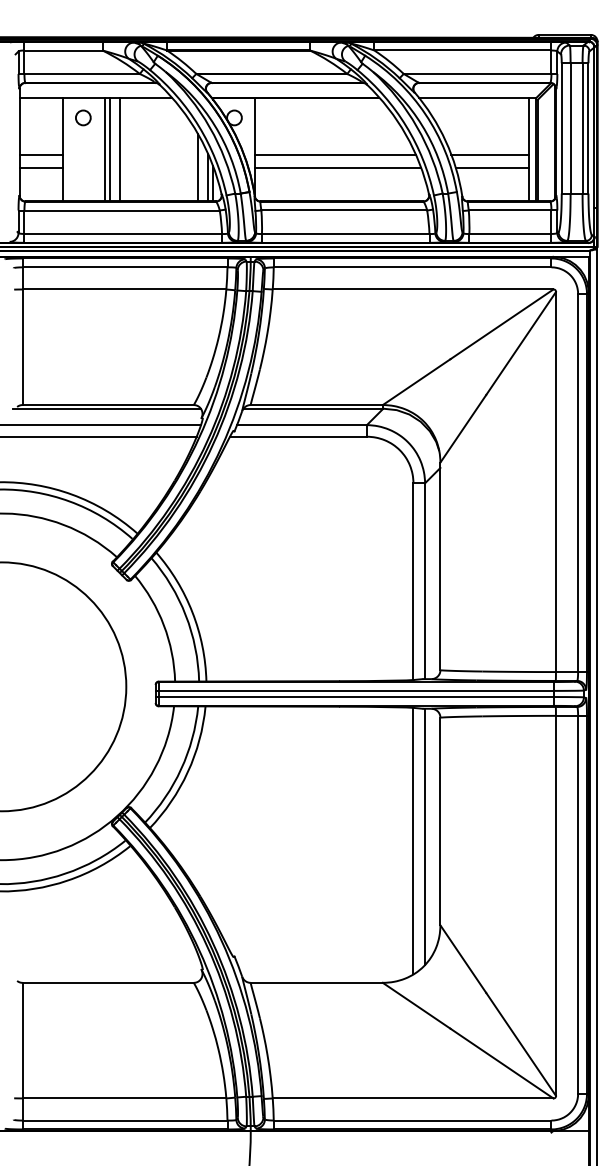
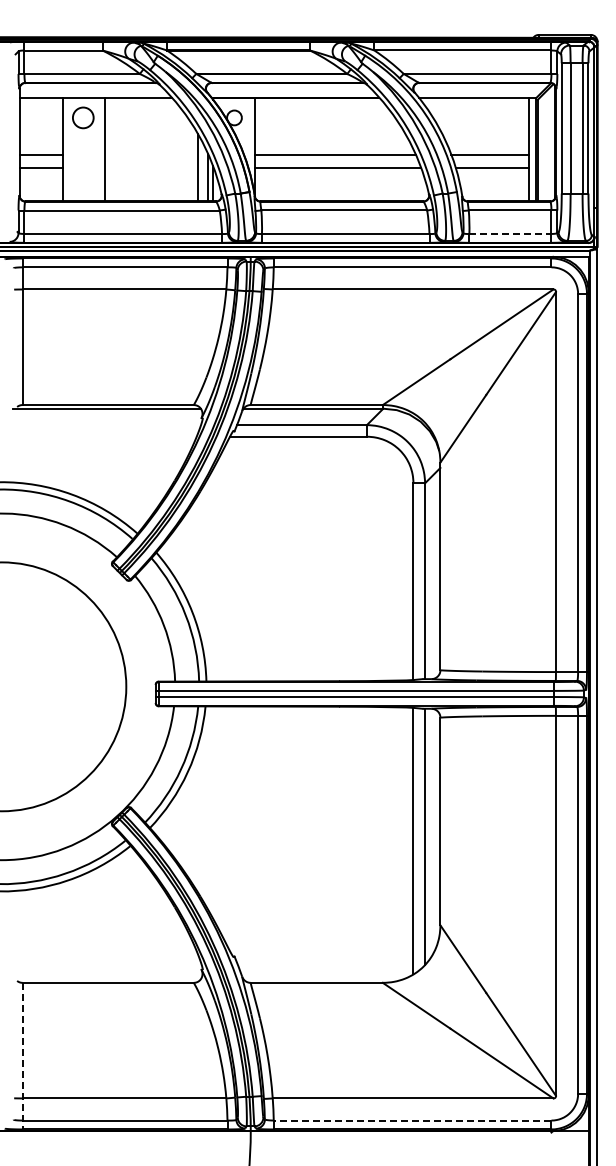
circle at (83, 117) size: 17x18 px -> 23x24 px
line at (110, 149): present -> none
line at (119, 149): present -> none
line at (510, 233): solid -> dashed
line at (101, 425): present -> none
line at (99, 436): present -> none
line at (22, 1056): solid -> dashed
line at (412, 1120): solid -> dashed
